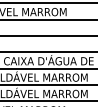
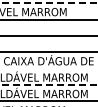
line at (49, 3): solid -> dashed
line at (48, 68): present -> none
line at (49, 85): solid -> dashed
